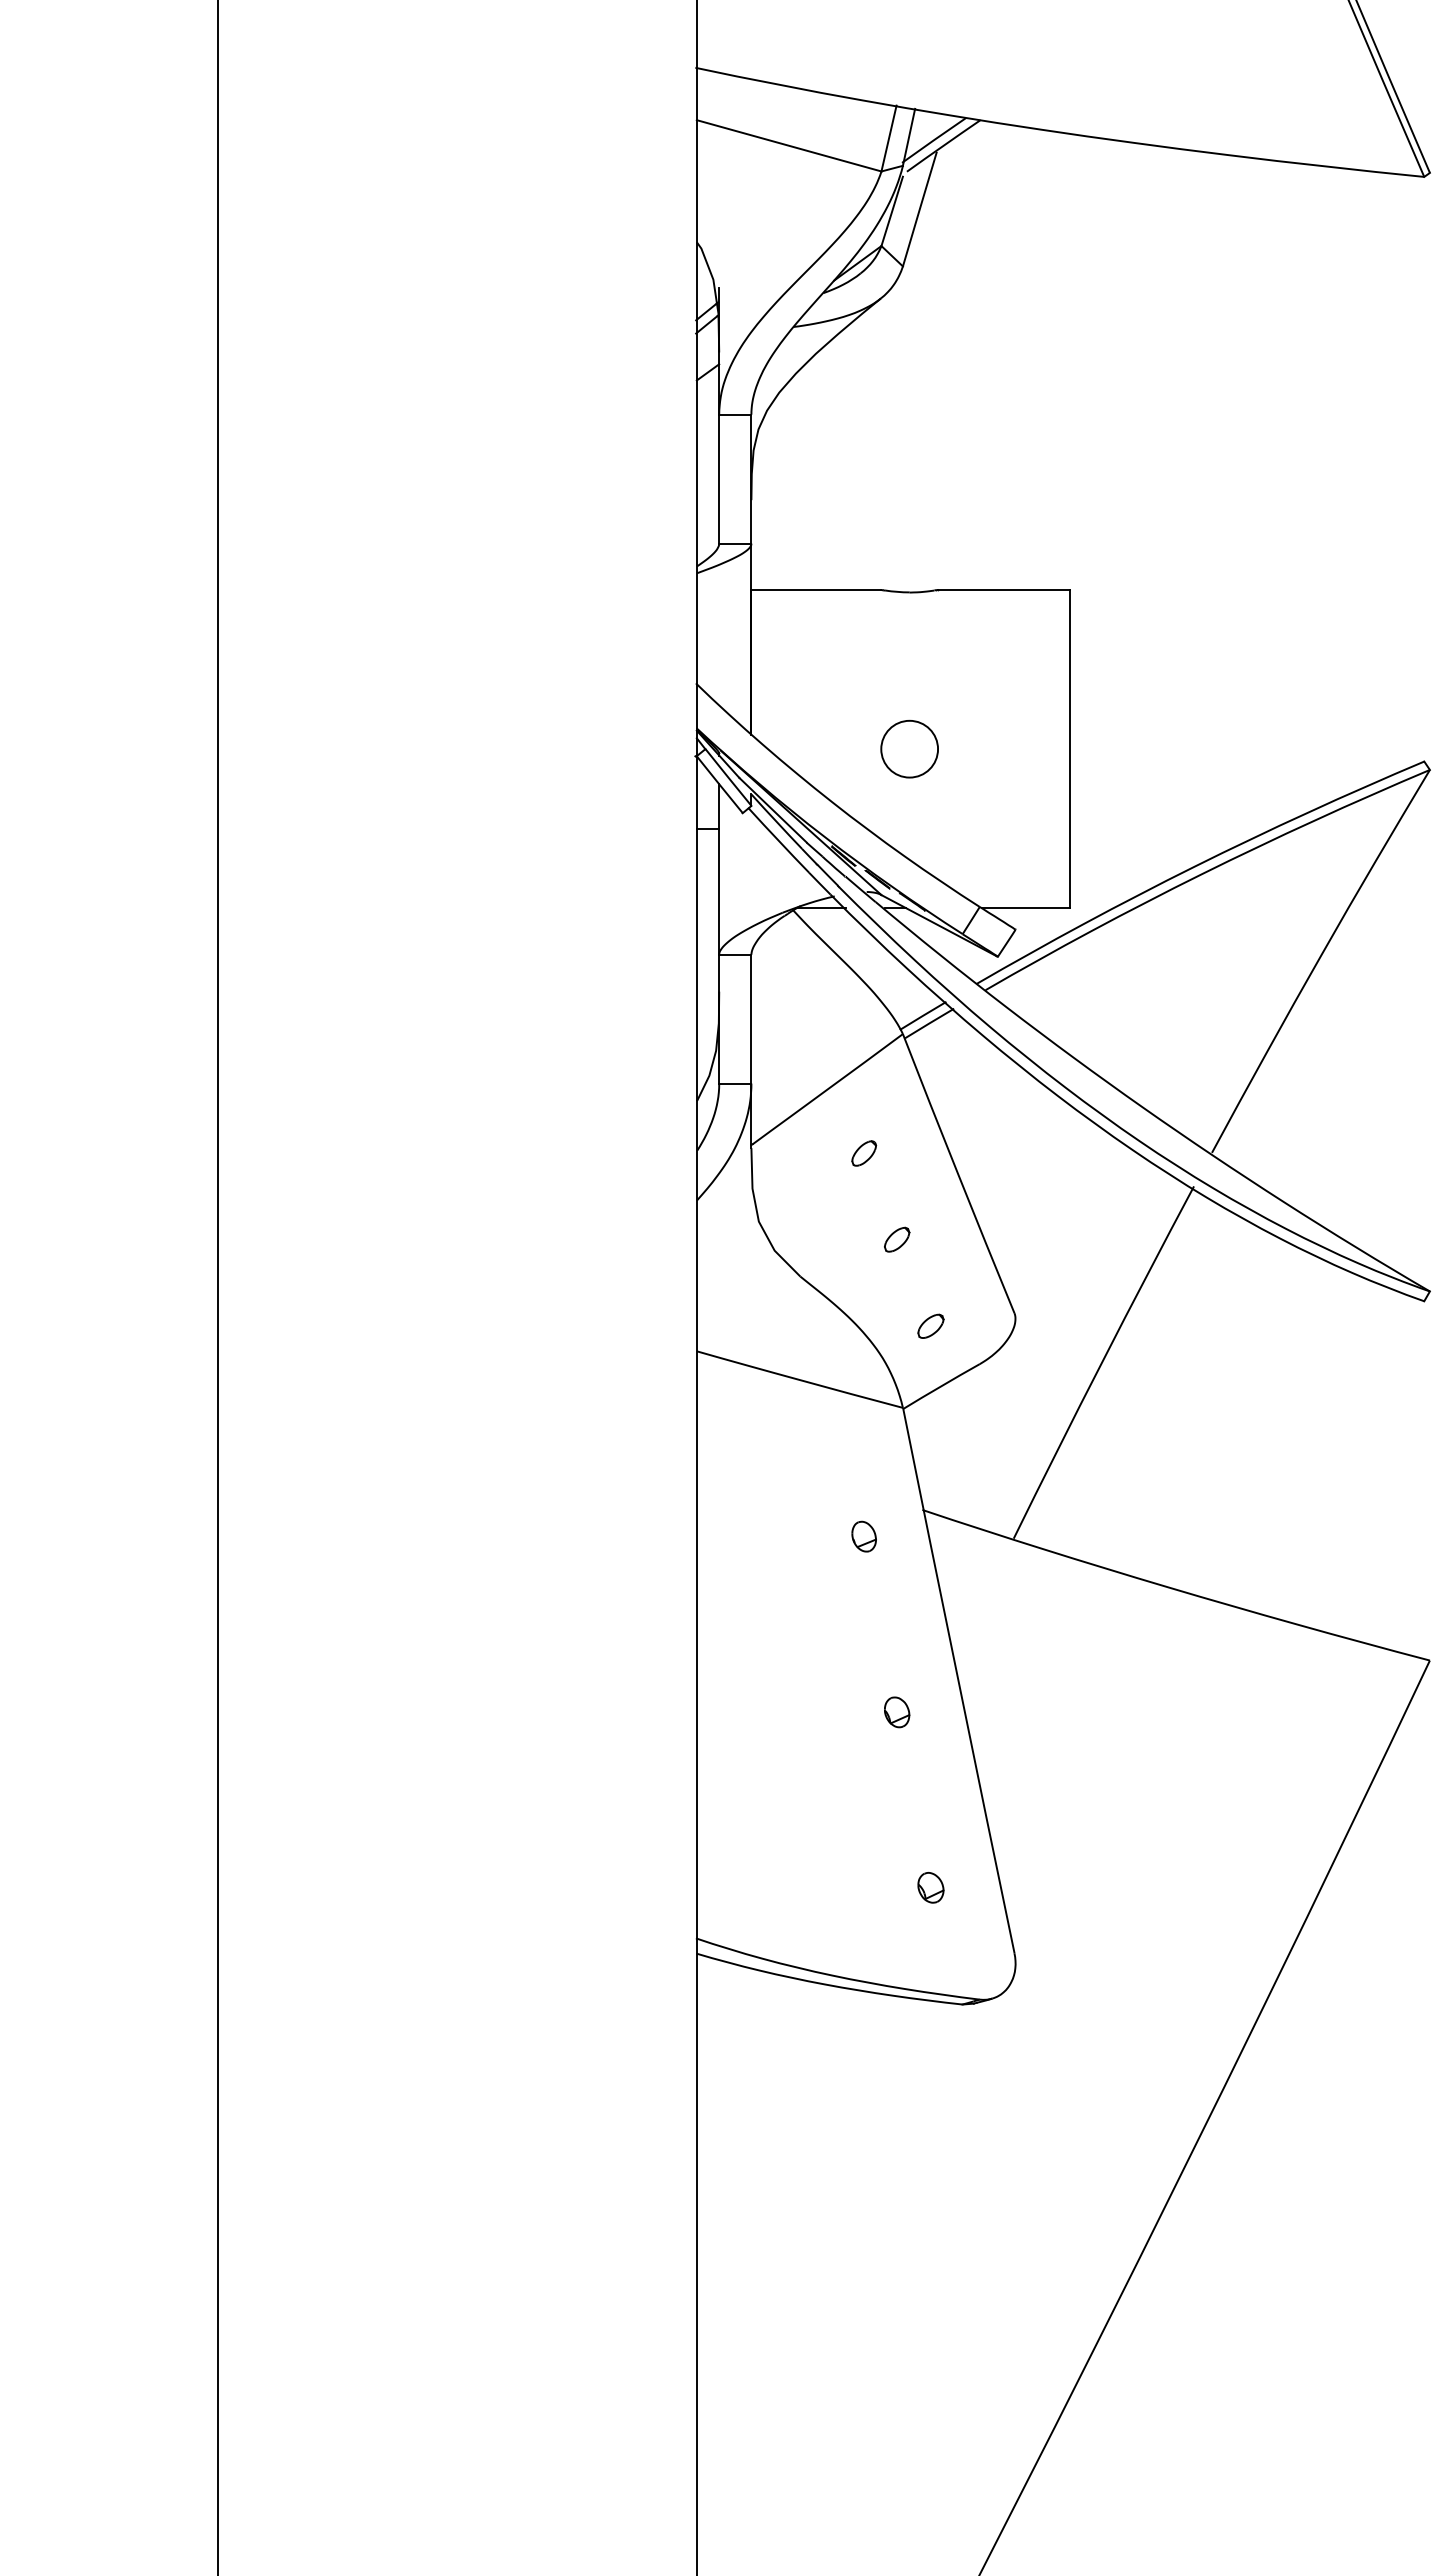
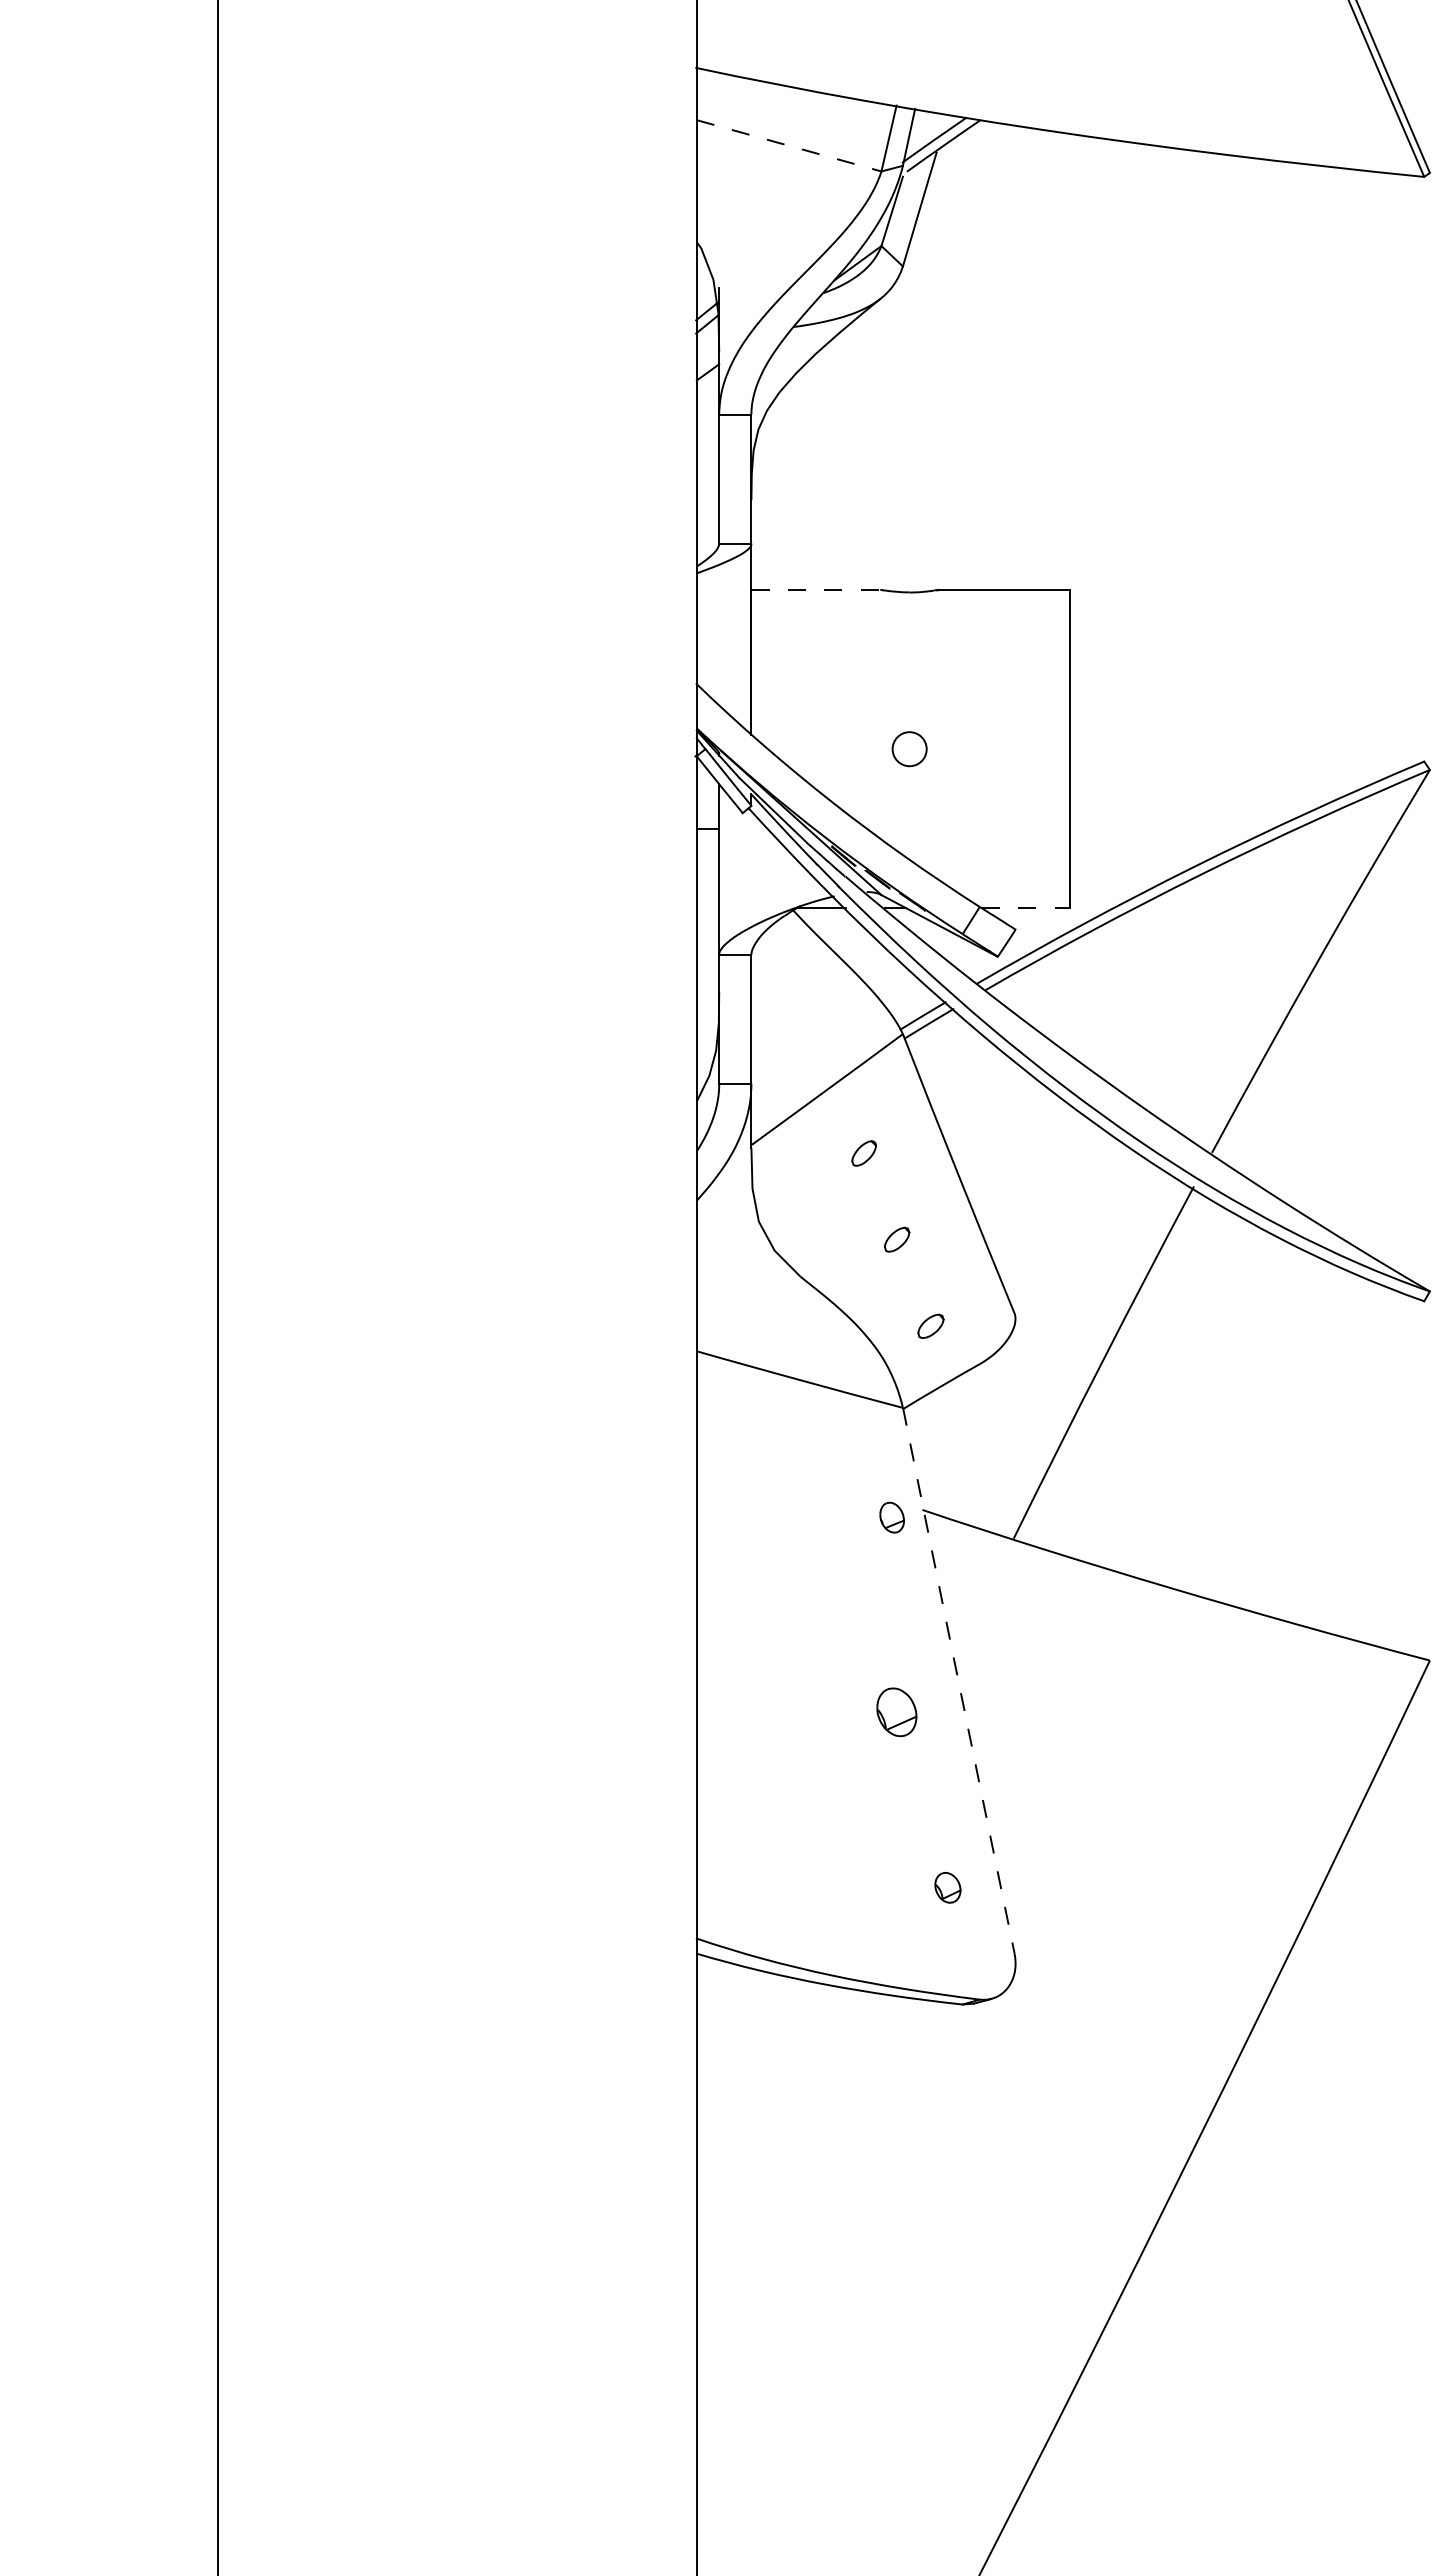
line at (789, 145): solid -> dashed
line at (816, 590): solid -> dashed
circle at (909, 748) diameter: 57 px -> 34 px
line at (1025, 908): solid -> dashed
part at (863, 1536) position: (863, 1536) -> (891, 1517)
arc at (958, 1680): solid -> dashed
part at (897, 1712) size: 27x33 px -> 42x51 px
part at (930, 1887) position: (930, 1887) -> (947, 1887)
